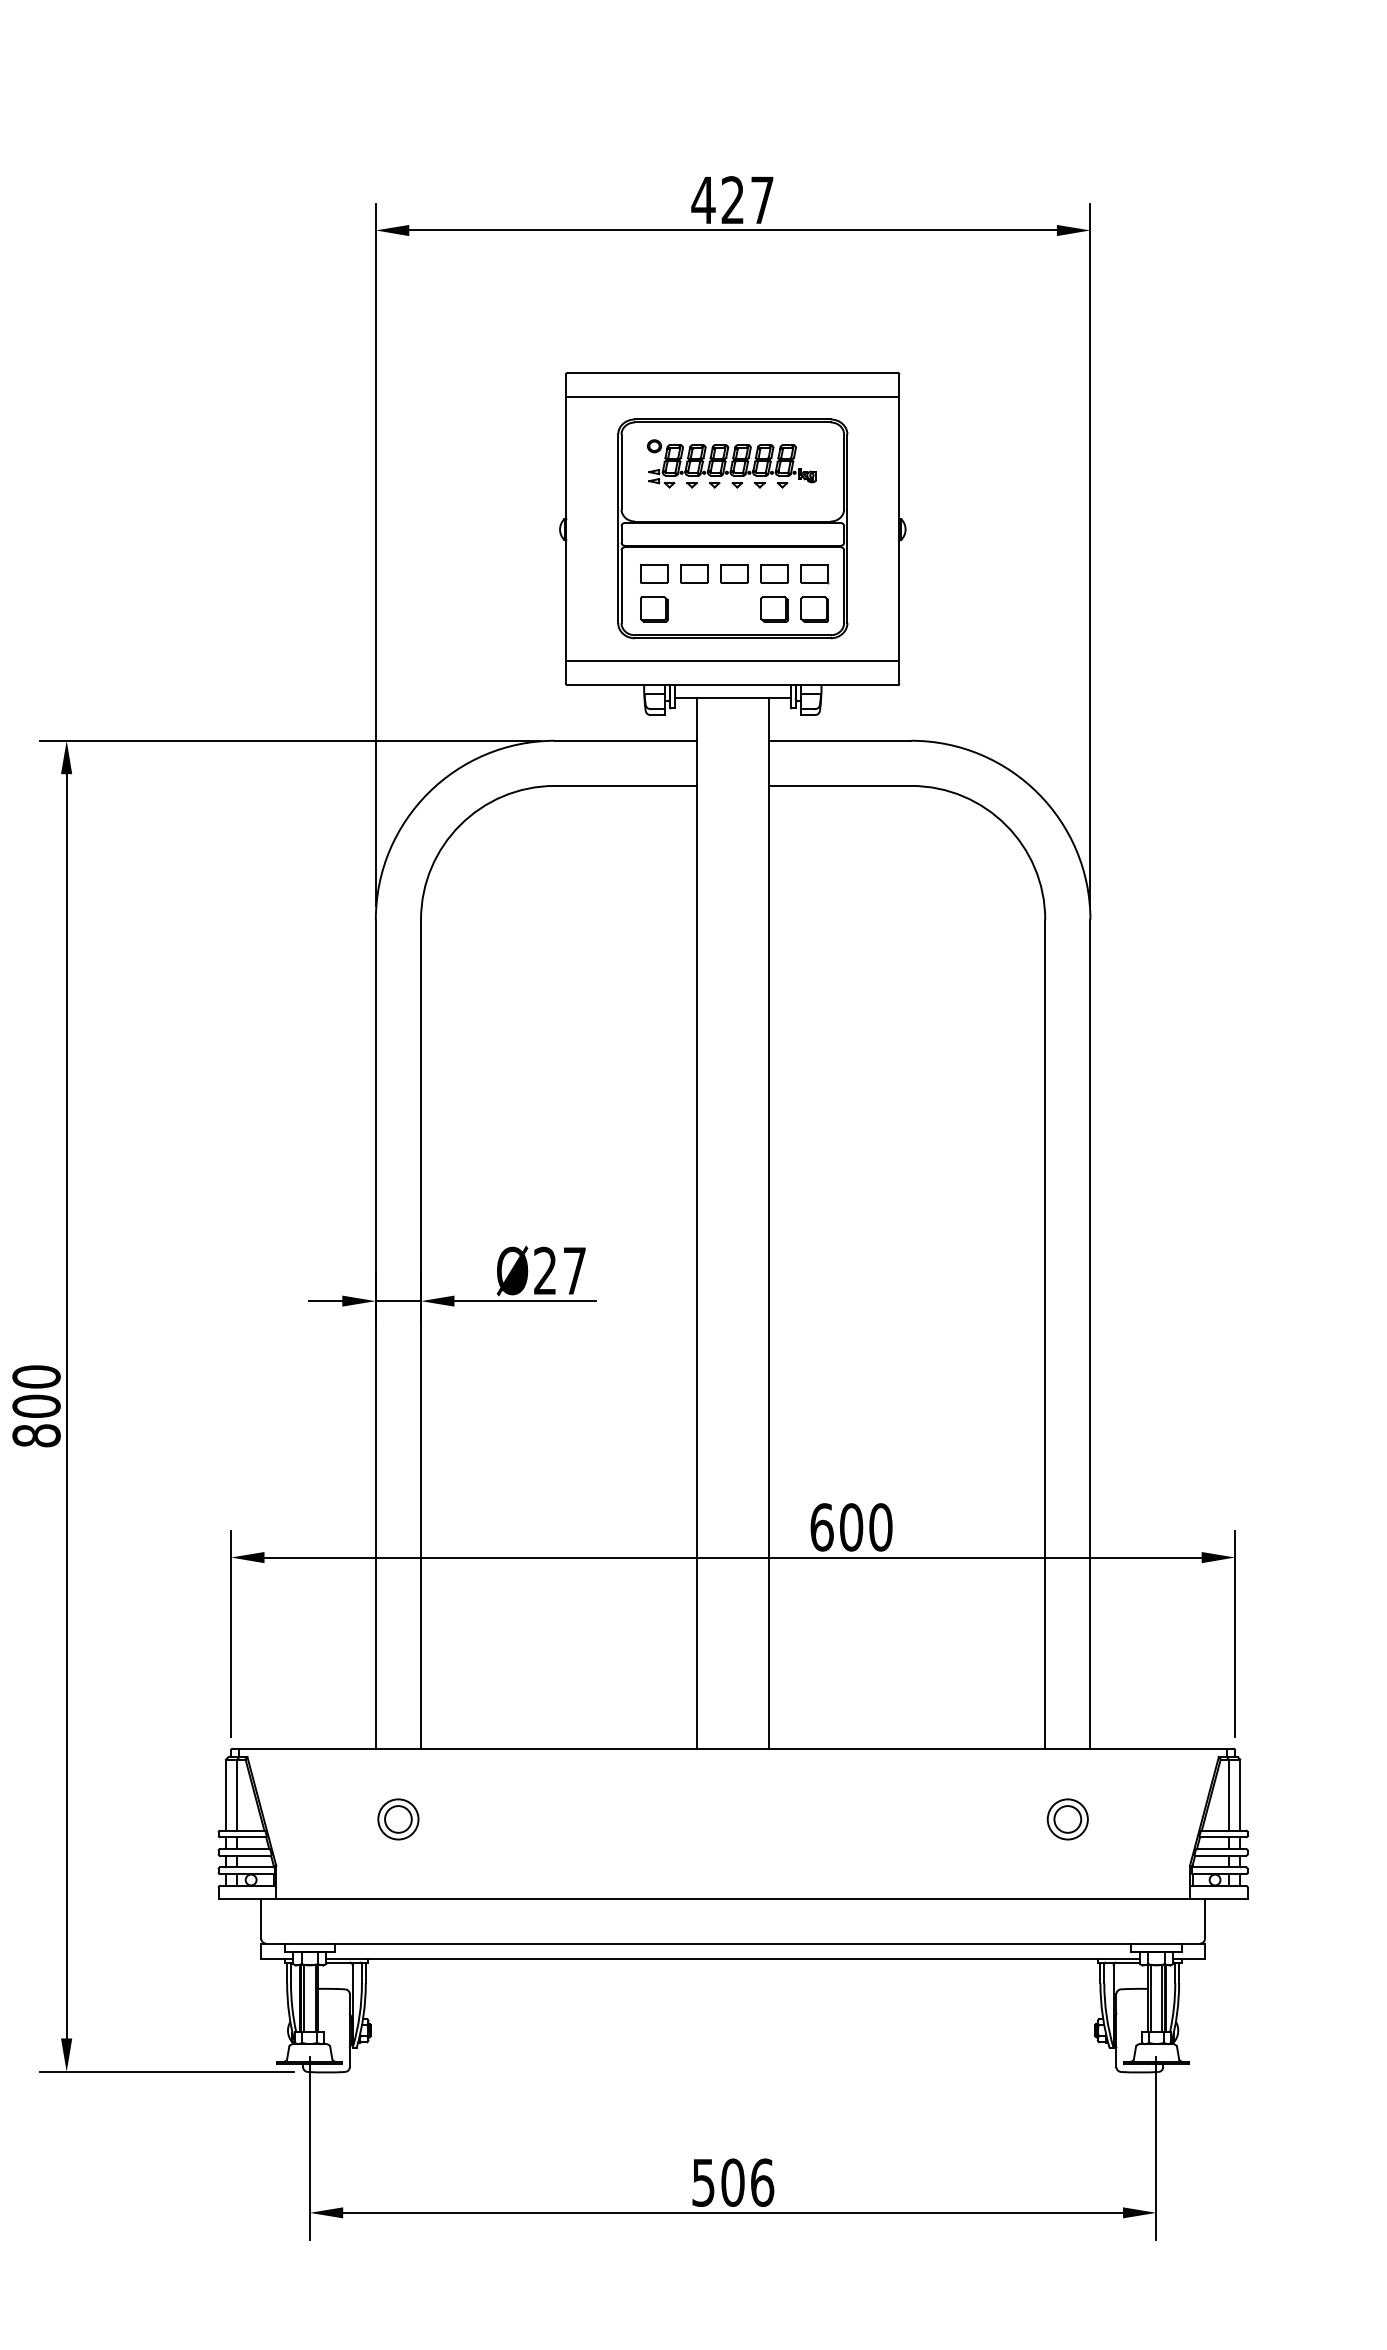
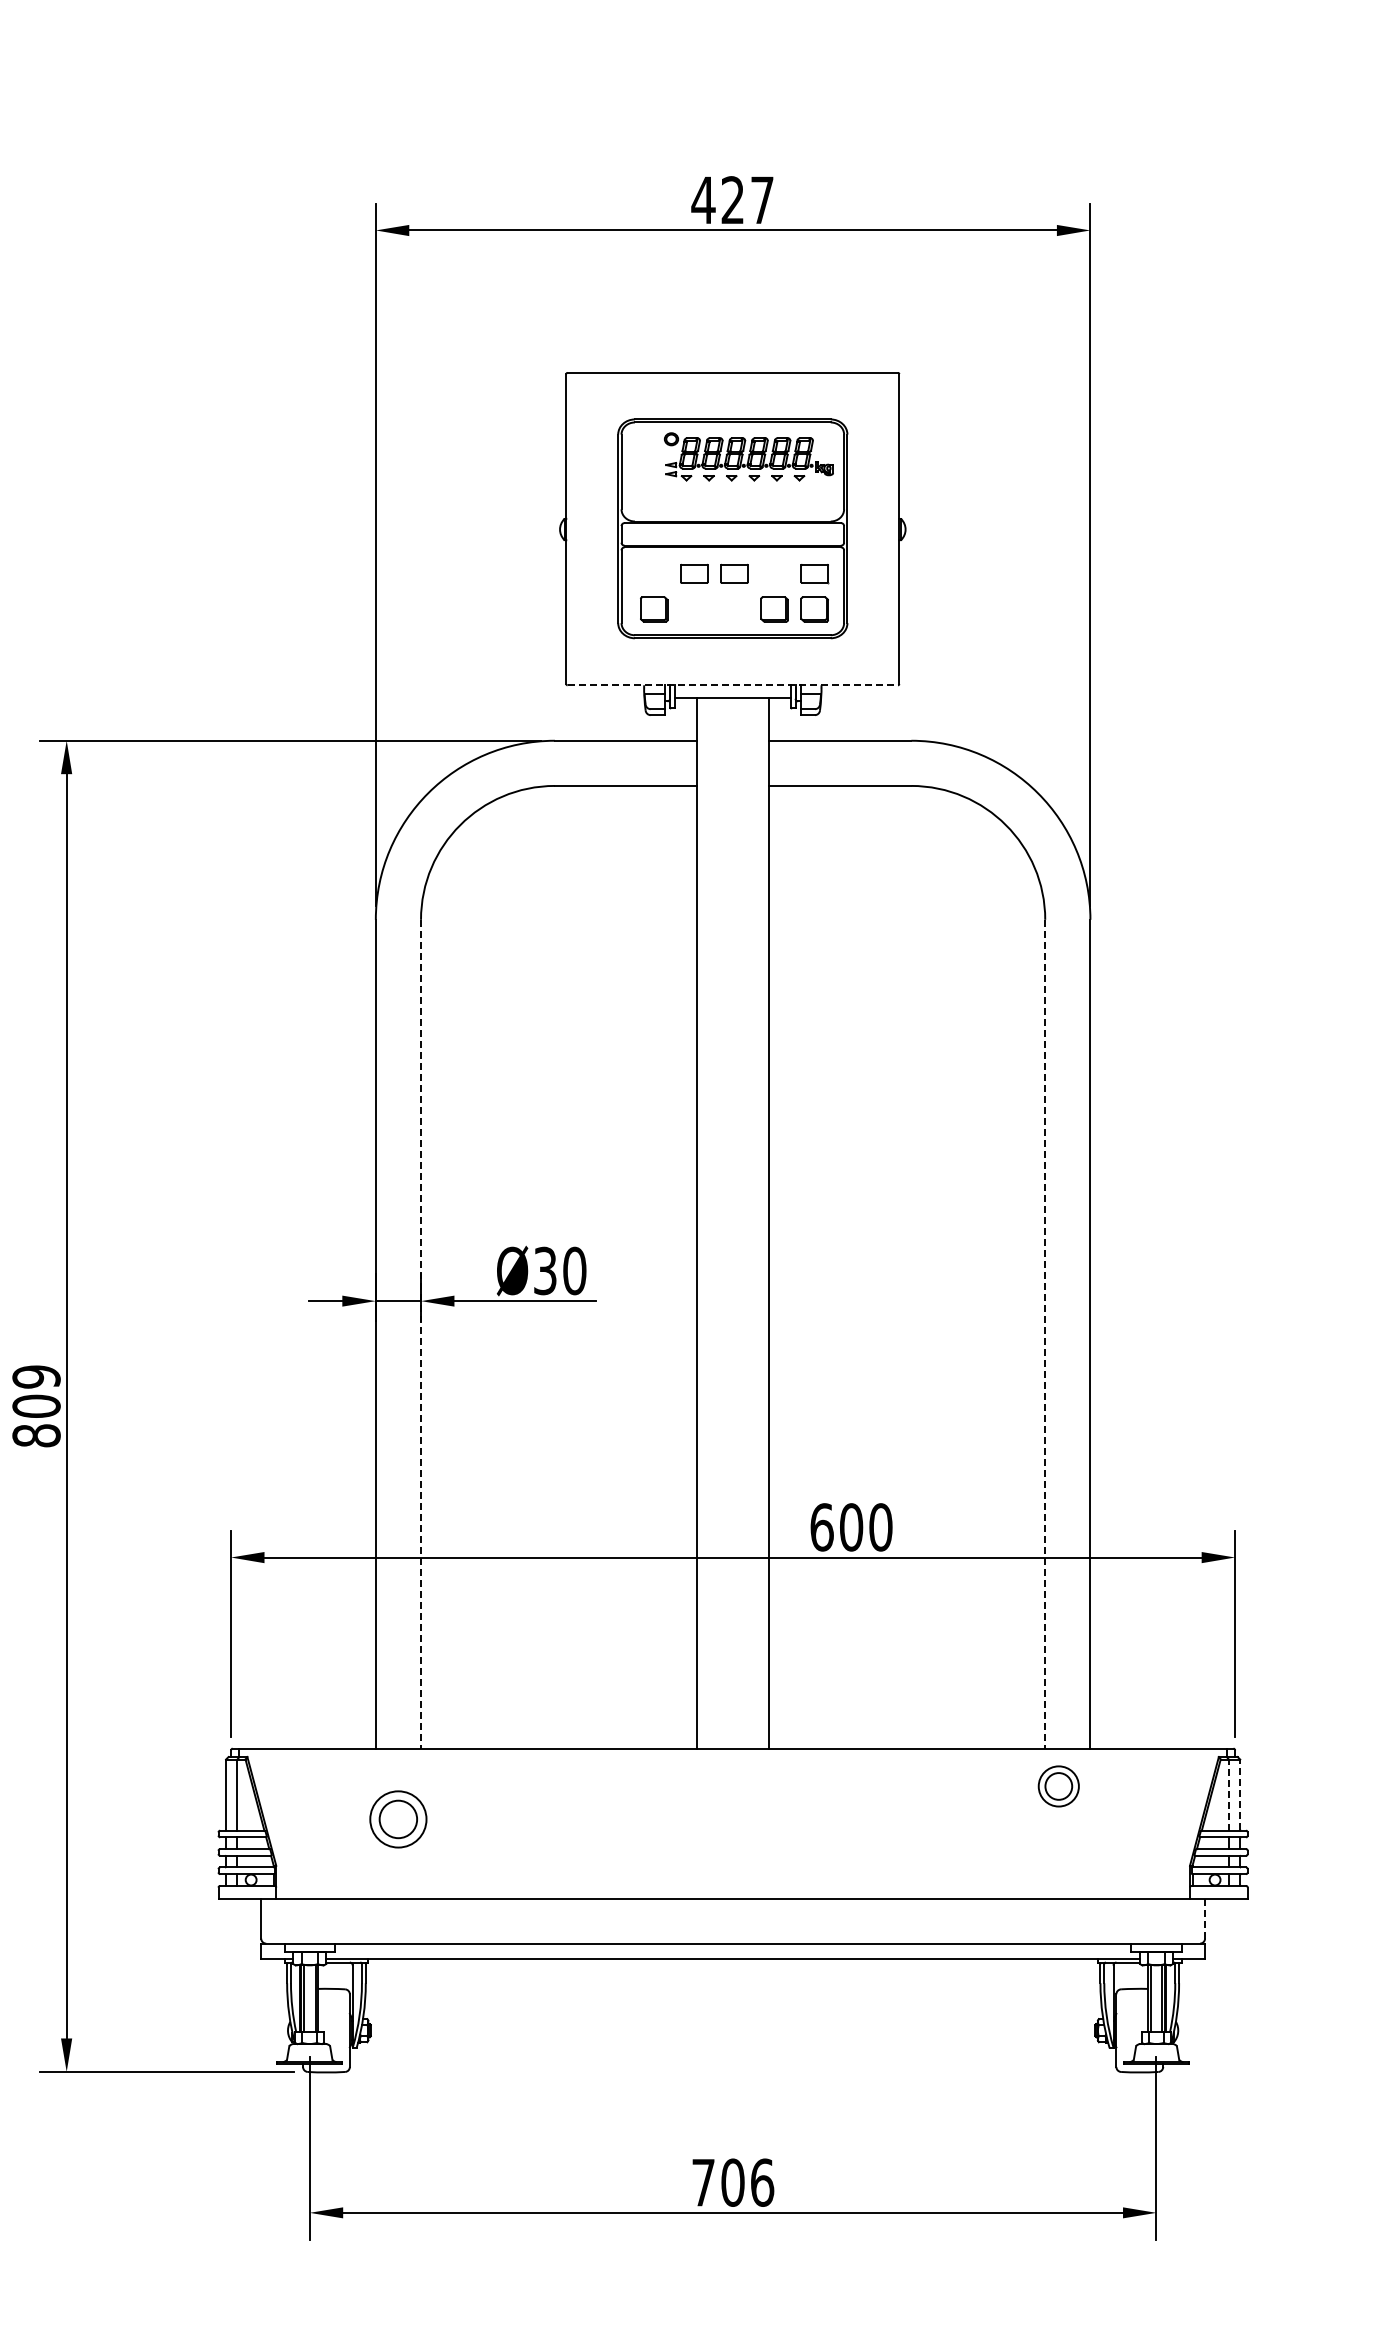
line at (732, 397): present -> none
part at (731, 463) position: (731, 463) -> (748, 456)
part at (654, 573): present -> none
part at (774, 573): present -> none
line at (732, 661): present -> none
line at (733, 685): solid -> dashed
text at (560, 1270): Ø27 -> Ø30
line at (421, 1334): solid -> dashed
line at (1045, 1334): solid -> dashed
text at (36, 1376): 800 -> 809
line at (1240, 1794): solid -> dashed
line at (1228, 1795): solid -> dashed
part at (398, 1819) size: 43x43 px -> 59x59 px
part at (1067, 1819) position: (1067, 1819) -> (1058, 1786)
line at (1205, 1918): solid -> dashed
text at (703, 2182): 506 -> 706
